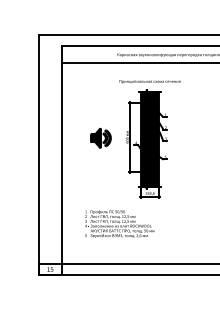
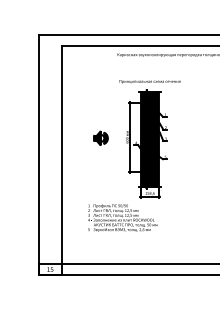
line at (138, 63): present -> none
part at (100, 138) size: 22x21 px -> 16x16 px
text at (119, 223) position: (119, 223) -> (122, 217)
